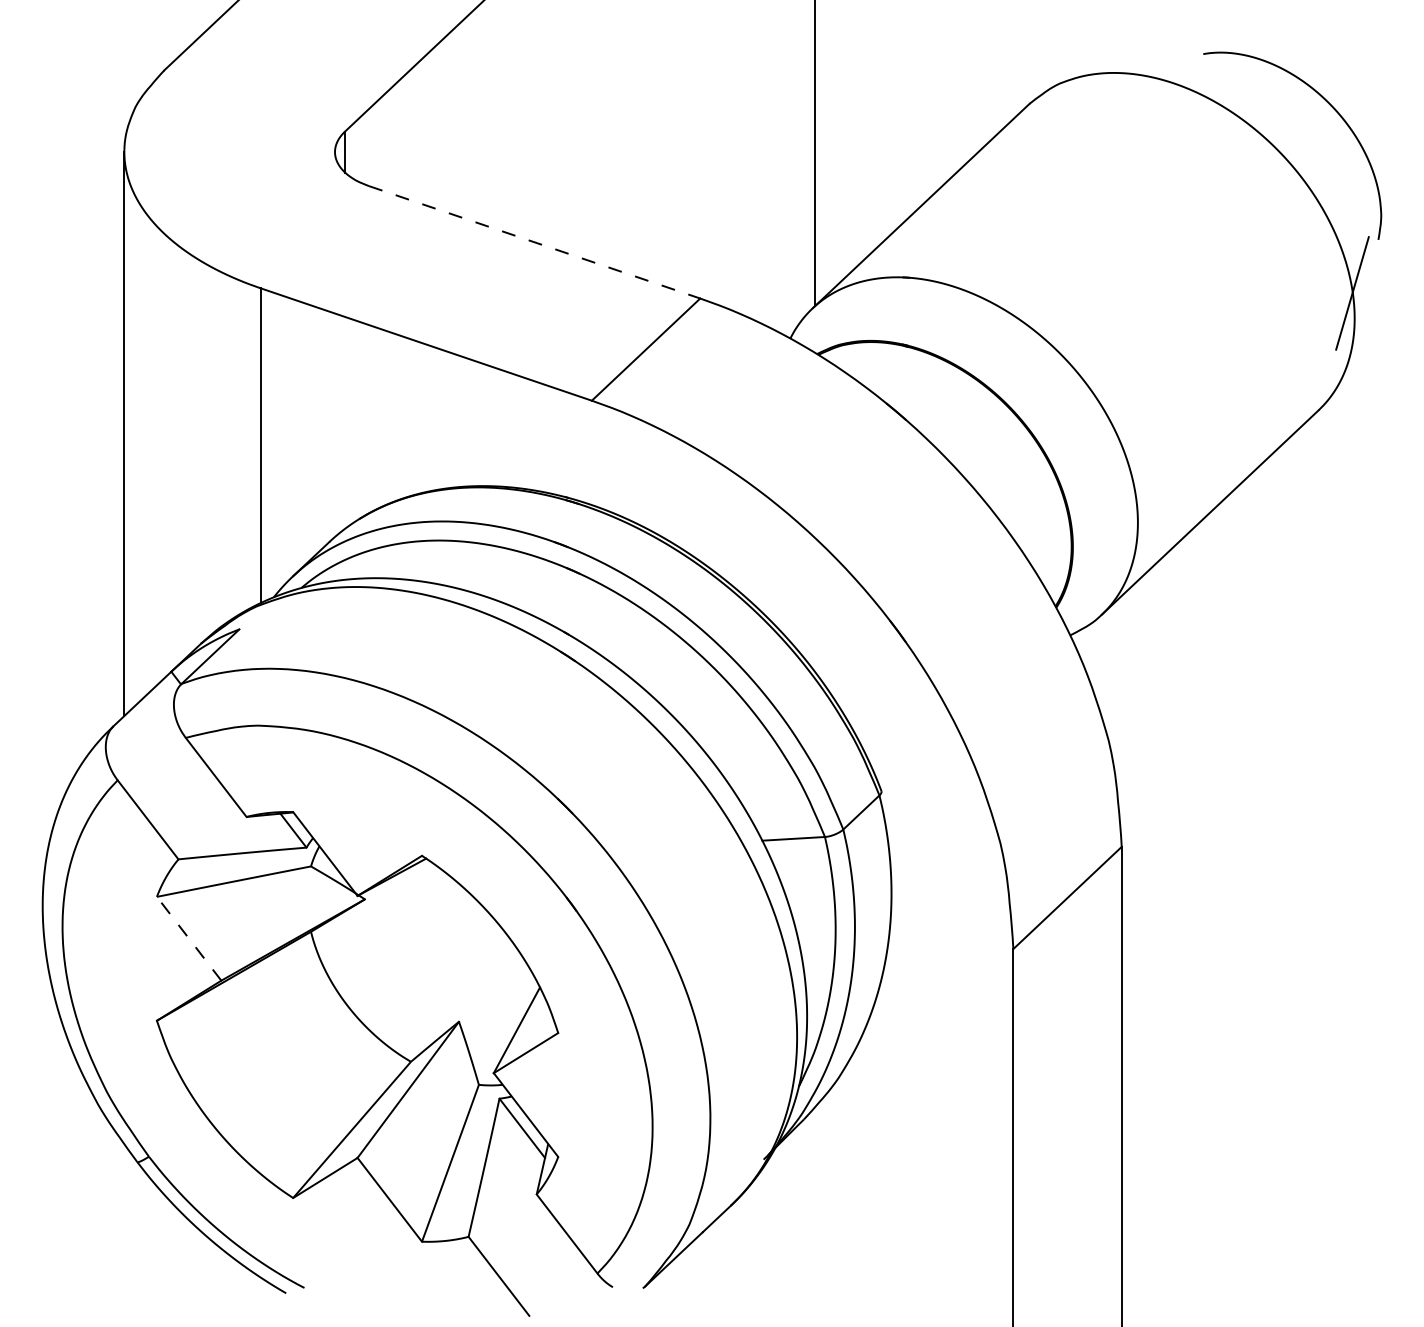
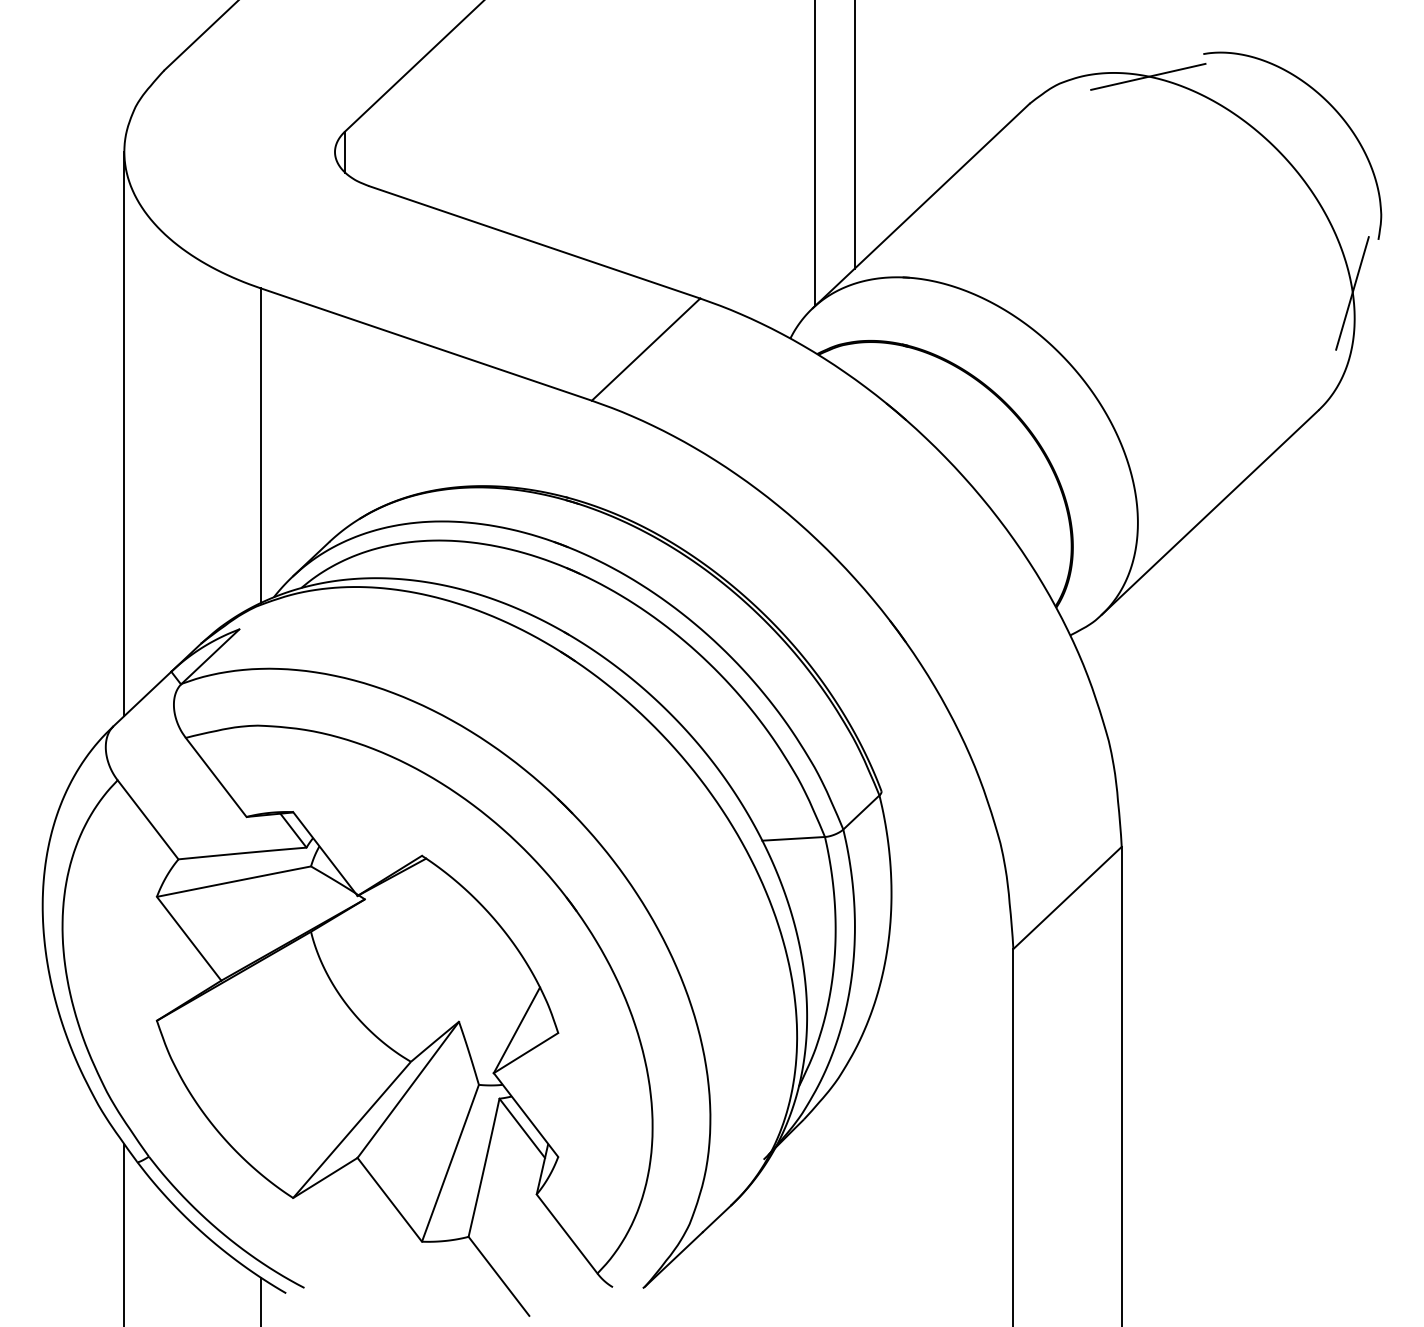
line at (1148, 76): none -> present
line at (854, 135): none -> present
line at (534, 242): dashed -> solid
line at (189, 938): dashed -> solid
line at (124, 1233): none -> present
line at (260, 1300): none -> present
